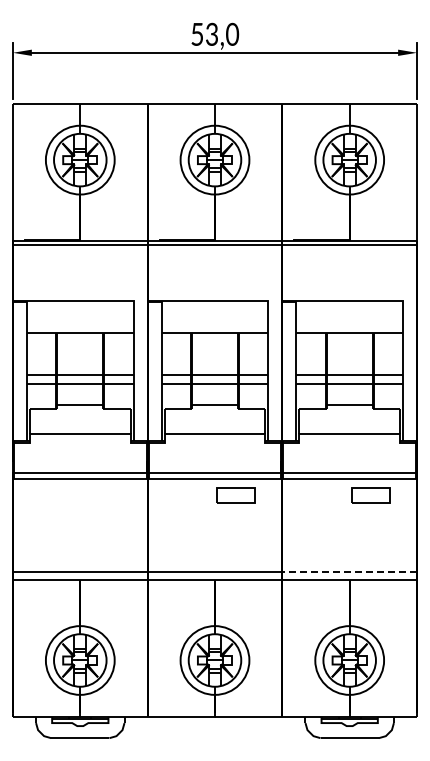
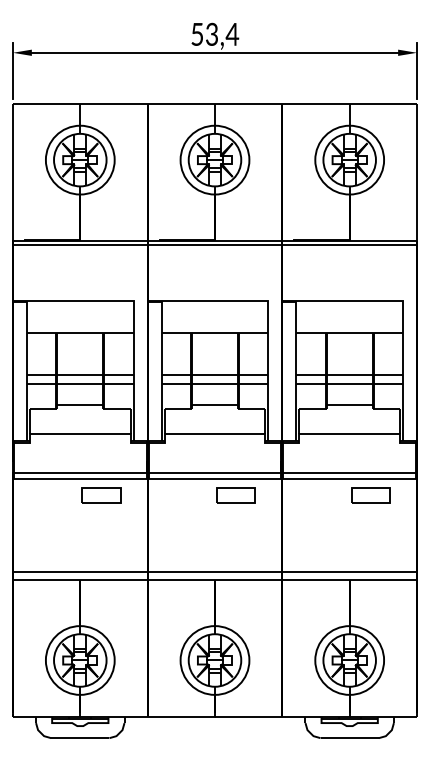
text at (232, 33): 53,0 -> 53,4
part at (101, 495): none -> present
line at (349, 572): dashed -> solid
